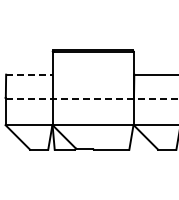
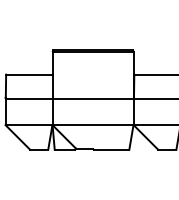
line at (29, 74): dashed -> solid
line at (92, 99): dashed -> solid
